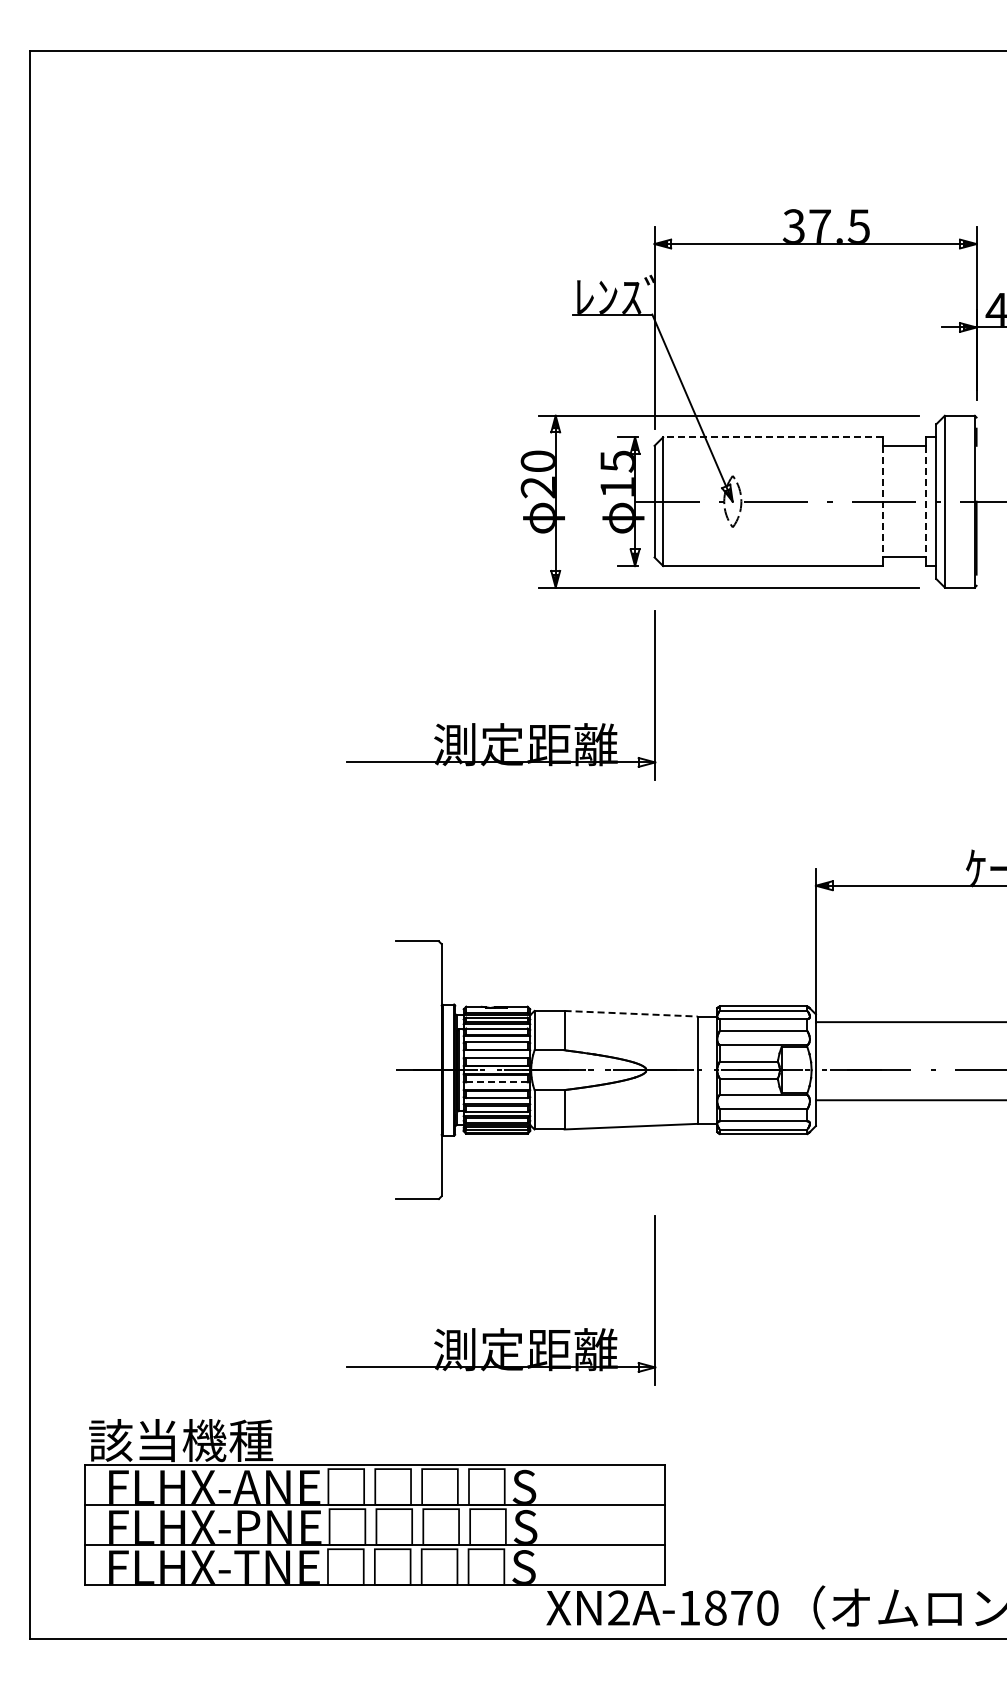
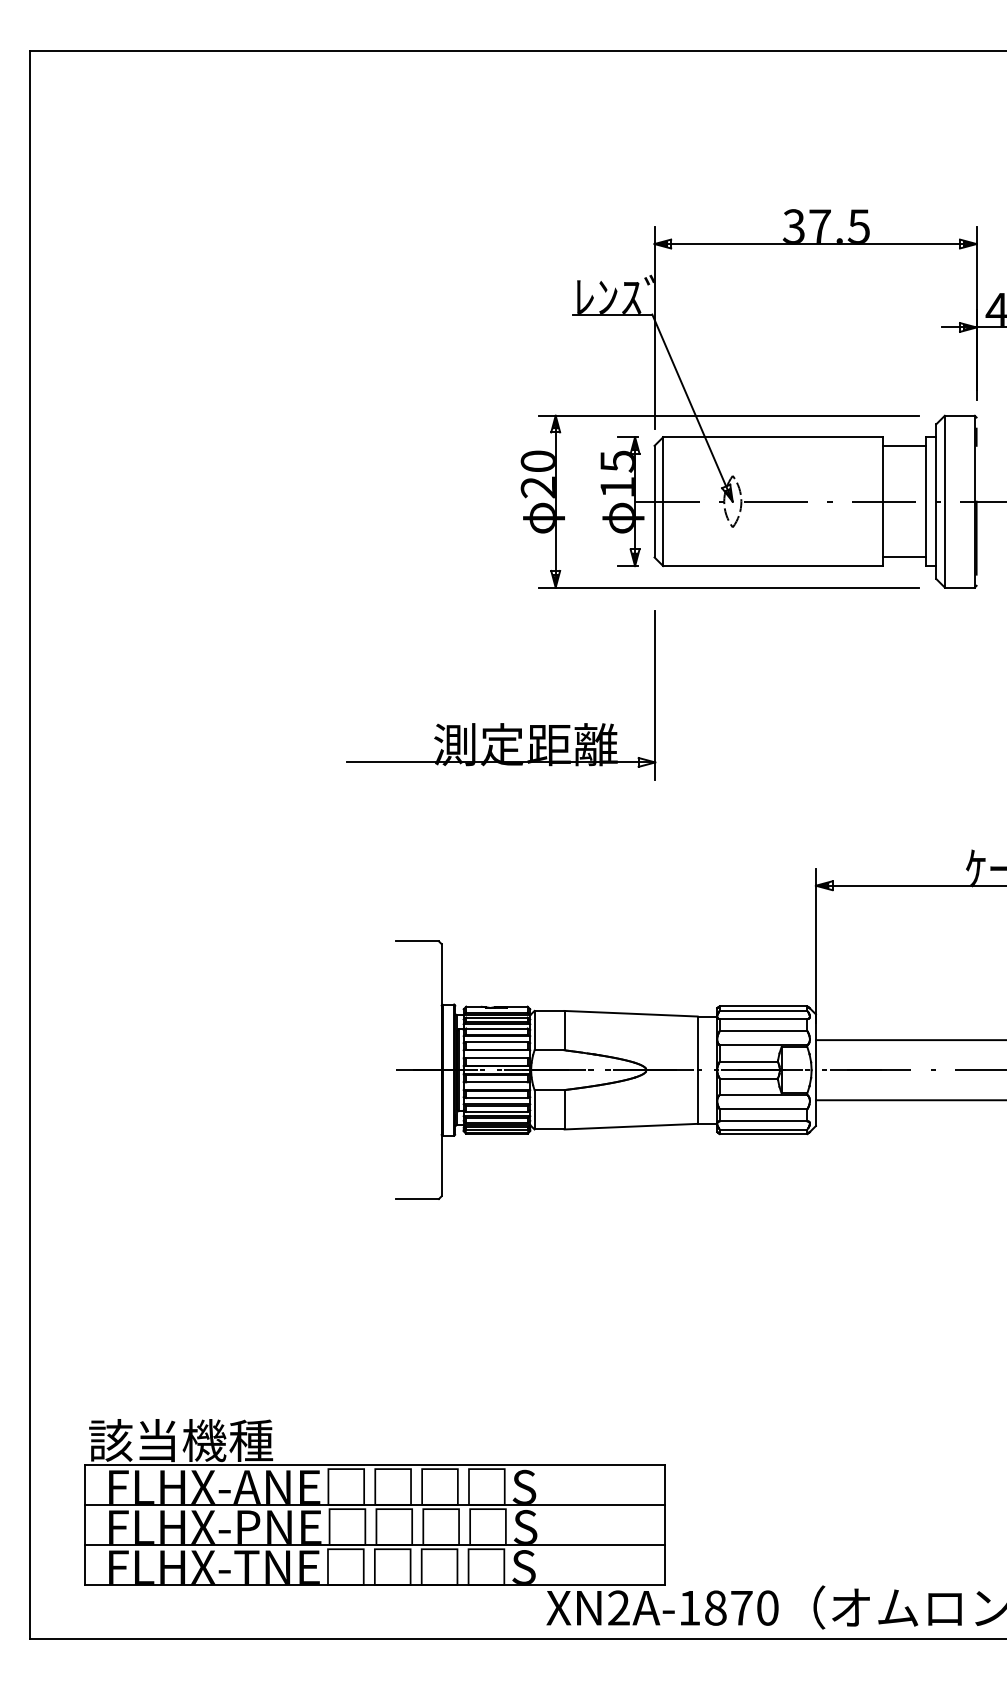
line at (773, 437): dashed -> solid
line at (882, 501): dashed -> solid
line at (925, 501): dashed -> solid
line at (631, 1013): dashed -> solid
line at (909, 1022) position: (909, 1022) -> (909, 1040)
line at (496, 1082): dashed -> solid
part at (501, 1328): present -> none
